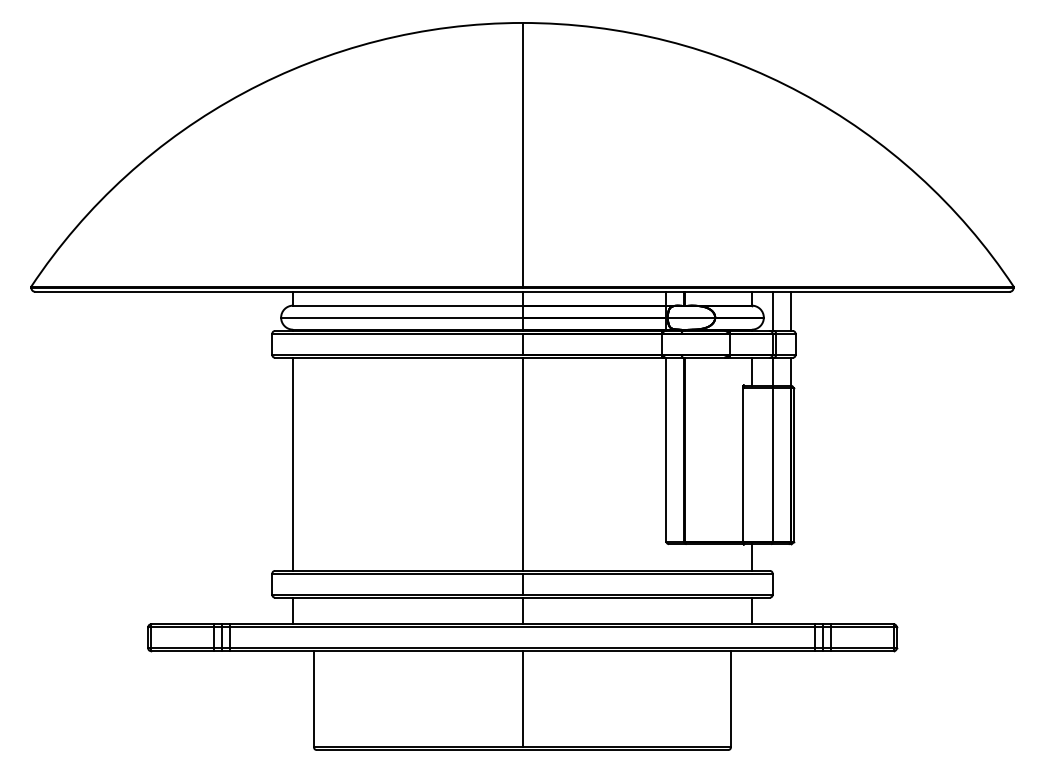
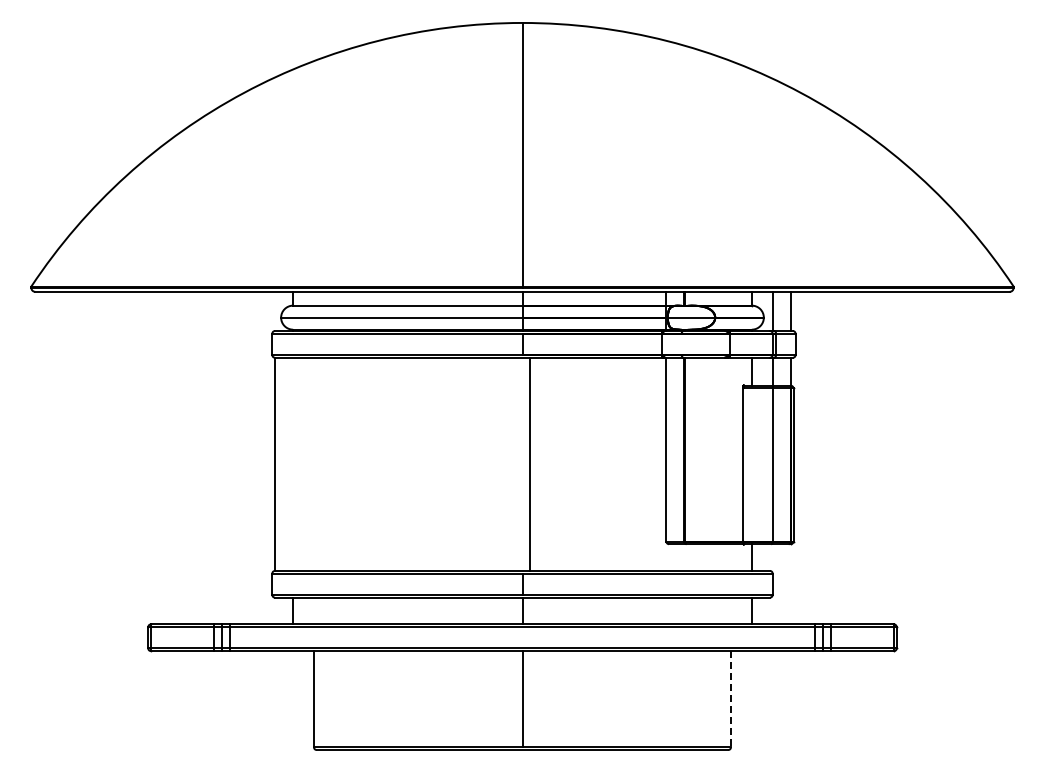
line at (293, 463) position: (293, 463) -> (275, 463)
line at (522, 463) position: (522, 463) -> (529, 463)
line at (730, 699): solid -> dashed
